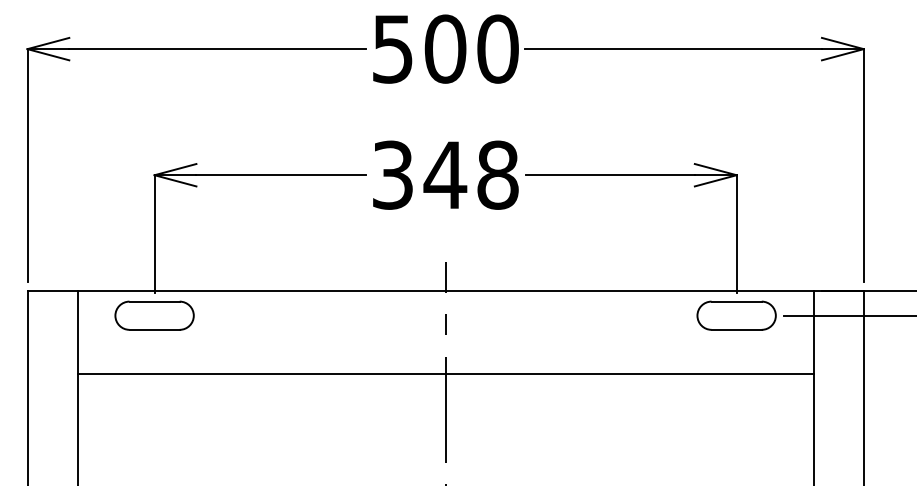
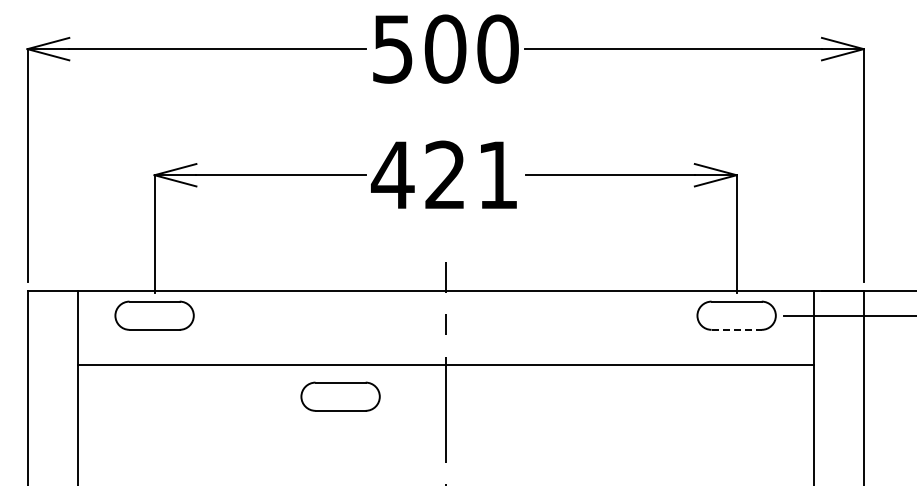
text at (444, 174): 348 -> 421
line at (737, 329): solid -> dashed
line at (445, 374) position: (445, 374) -> (445, 365)
part at (340, 396): none -> present
